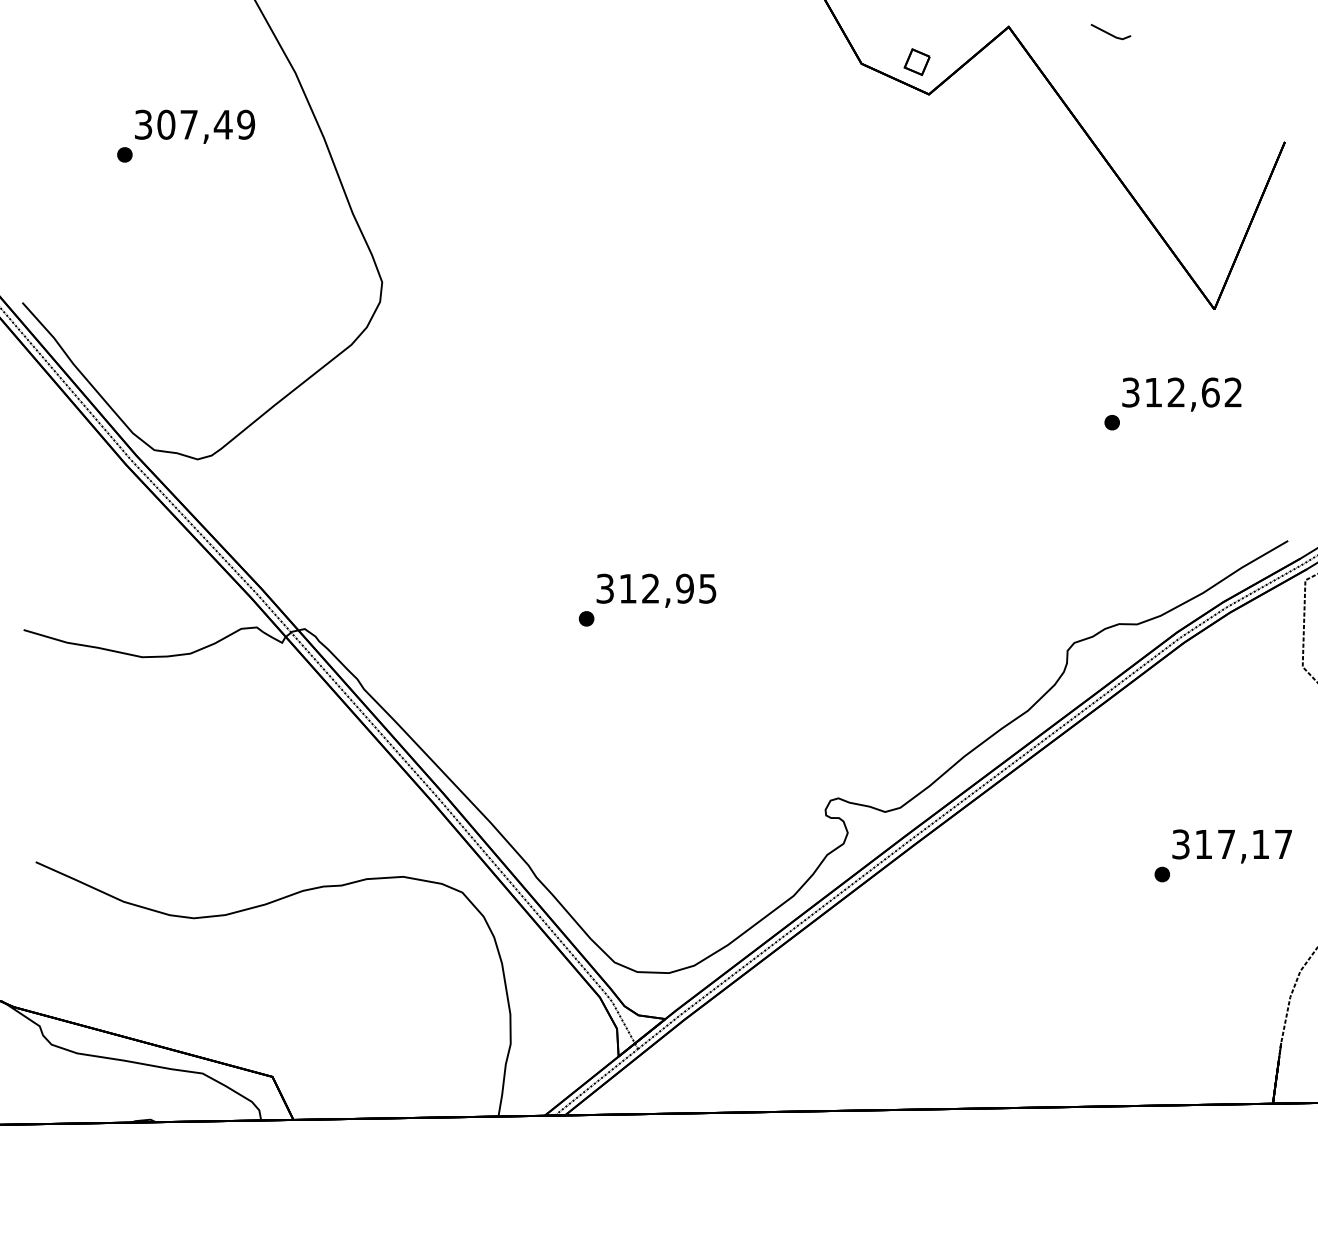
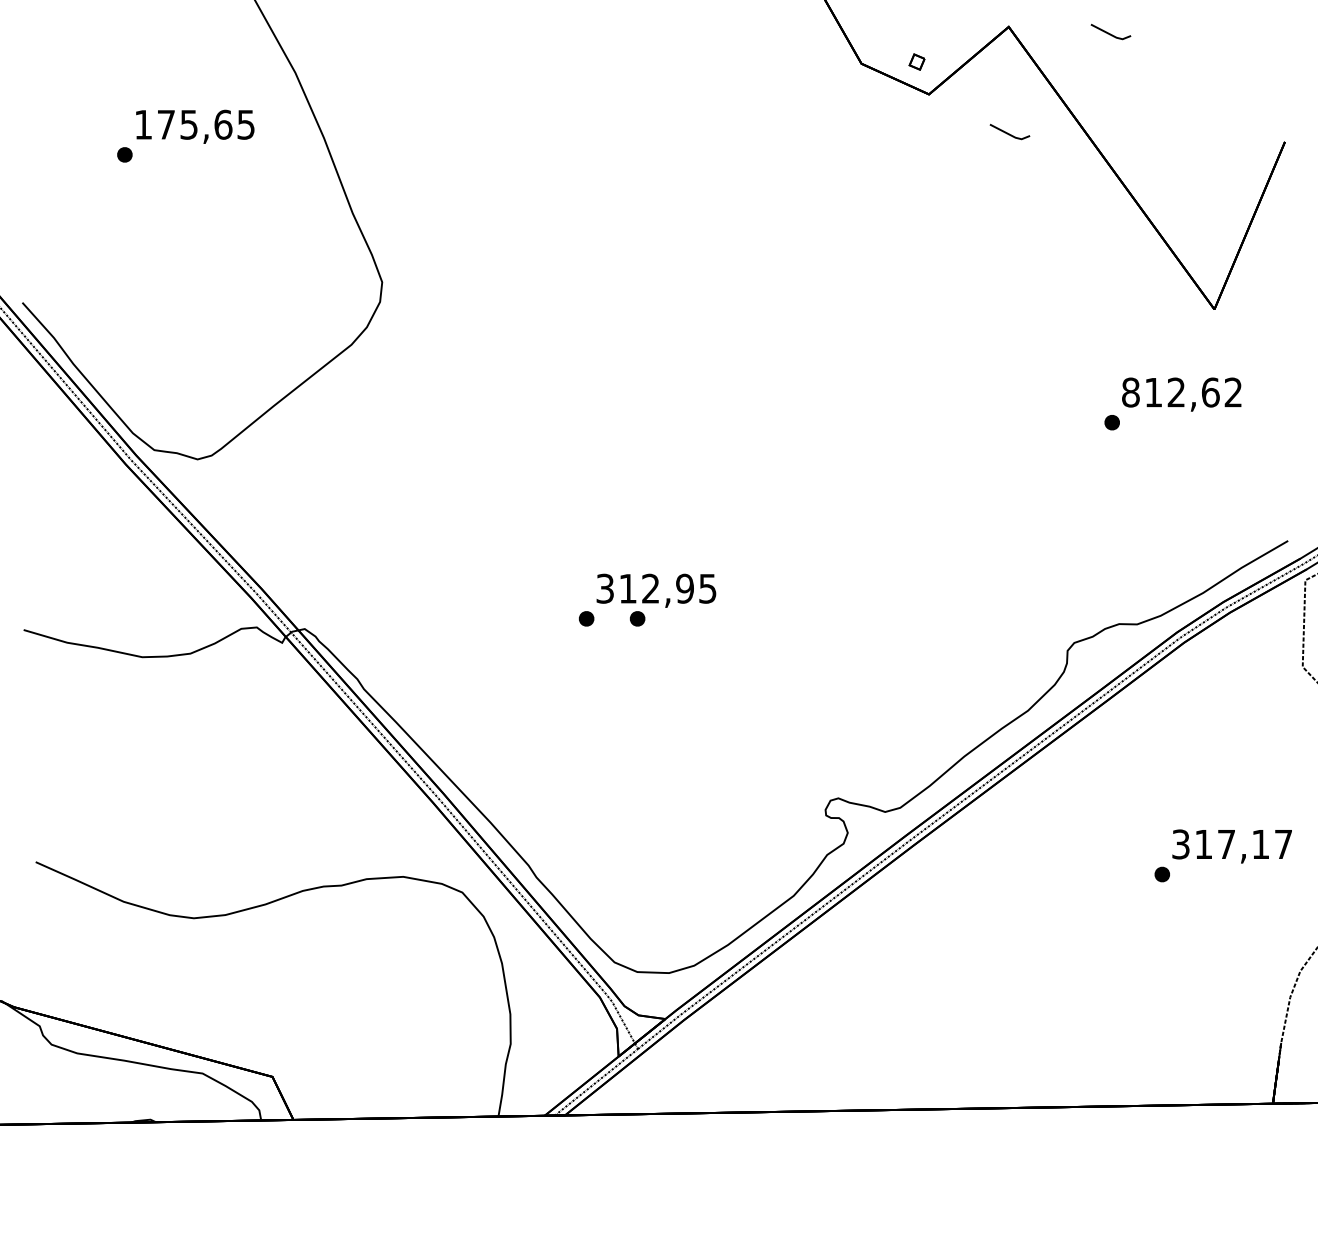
part at (916, 61) size: 28x28 px -> 18x18 px
text at (195, 124): 307,49 -> 175,65
line at (1009, 133): none -> present
text at (1130, 392): 312,62 -> 812,62
part at (637, 618): none -> present
